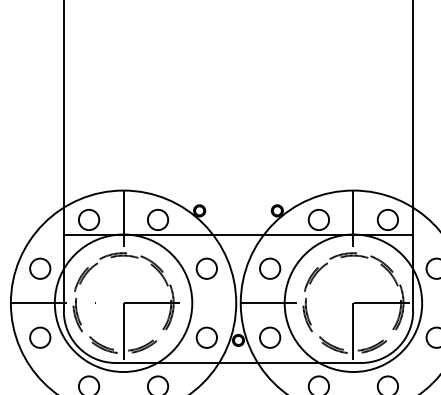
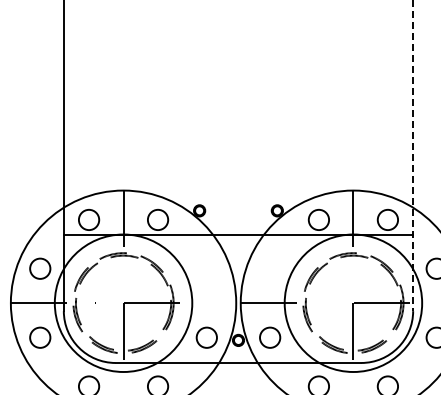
line at (413, 156): solid -> dashed
circle at (206, 268): present -> none
circle at (270, 268): present -> none
